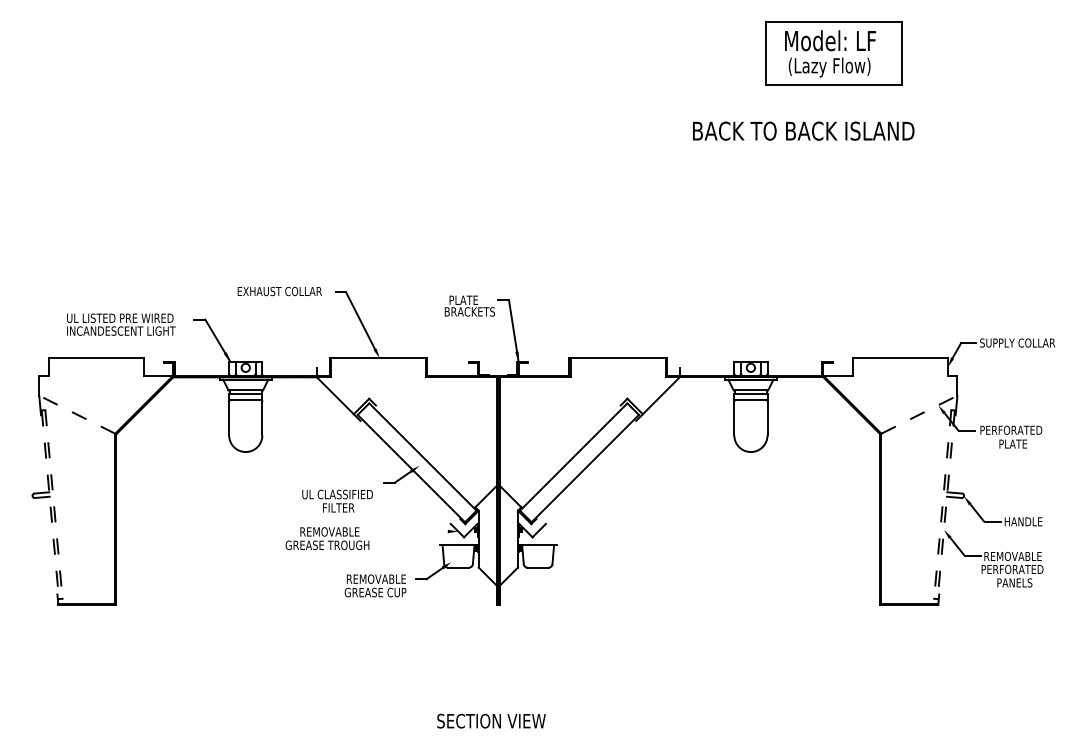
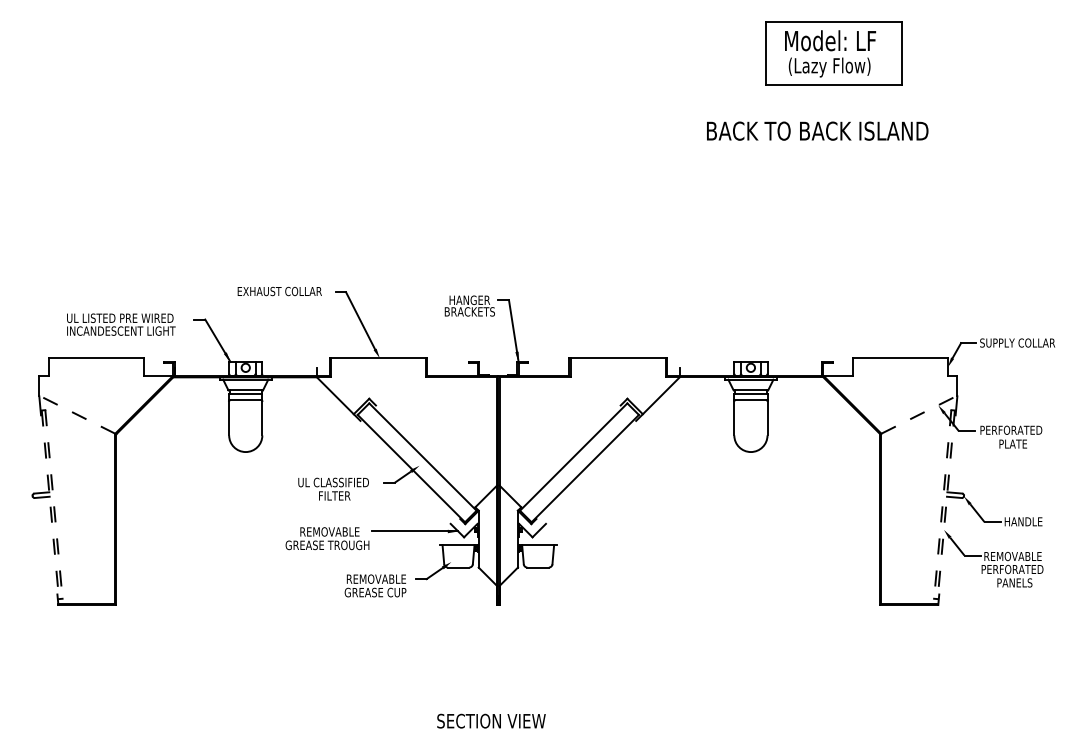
text at (803, 130) position: (803, 130) -> (817, 130)
text at (469, 300): PLATE -> HANGER
text at (337, 500) position: (337, 500) -> (333, 488)
line at (415, 531): none -> present
